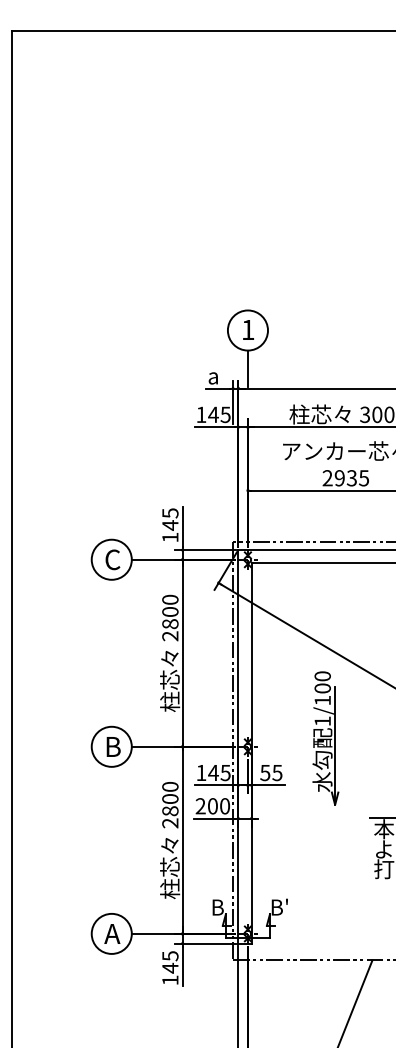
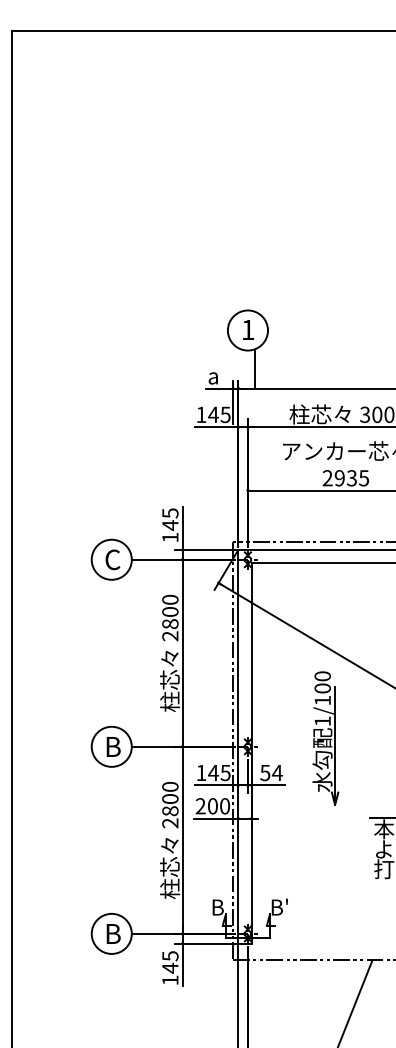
line at (247, 368) position: (247, 368) -> (254, 368)
text at (277, 773): 55 -> 54
text at (112, 933): A -> B
